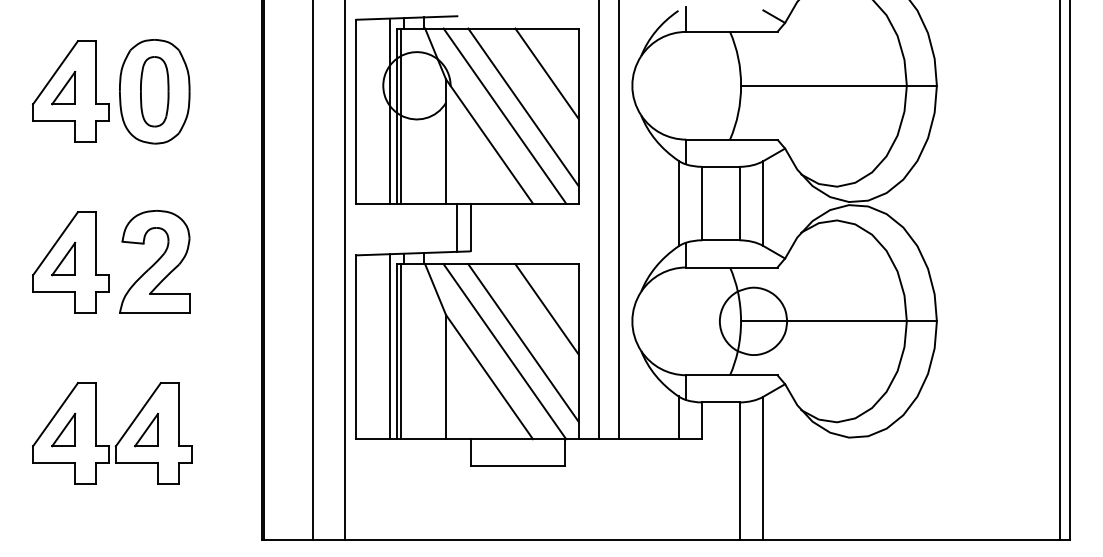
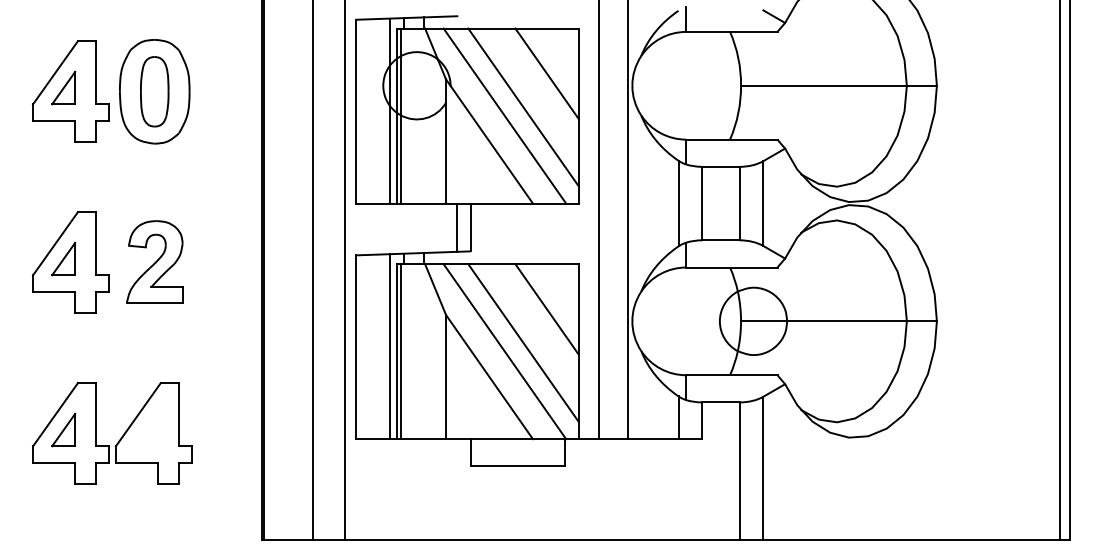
line at (618, 220) position: (618, 220) -> (627, 220)
part at (154, 261) size: 72x104 px -> 58x84 px
part at (146, 429): present -> none
